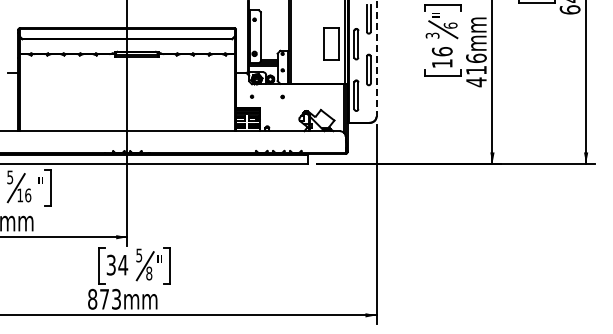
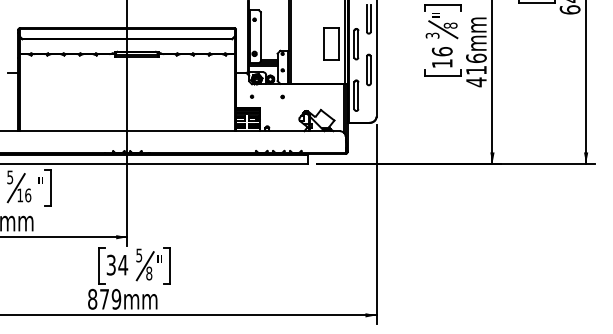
text at (450, 25): 6 -> 8
line at (376, 58): dashed -> solid
text at (116, 299): 873mm -> 879mm
